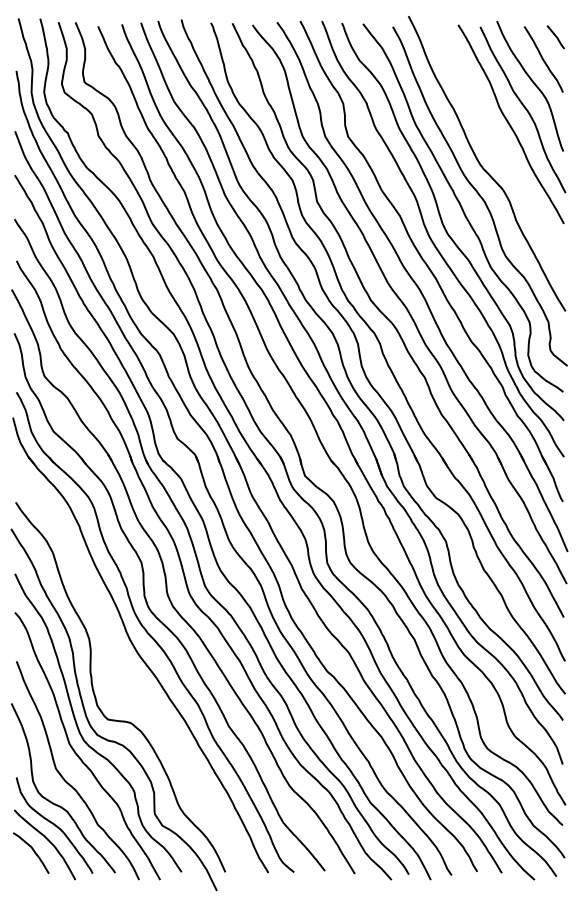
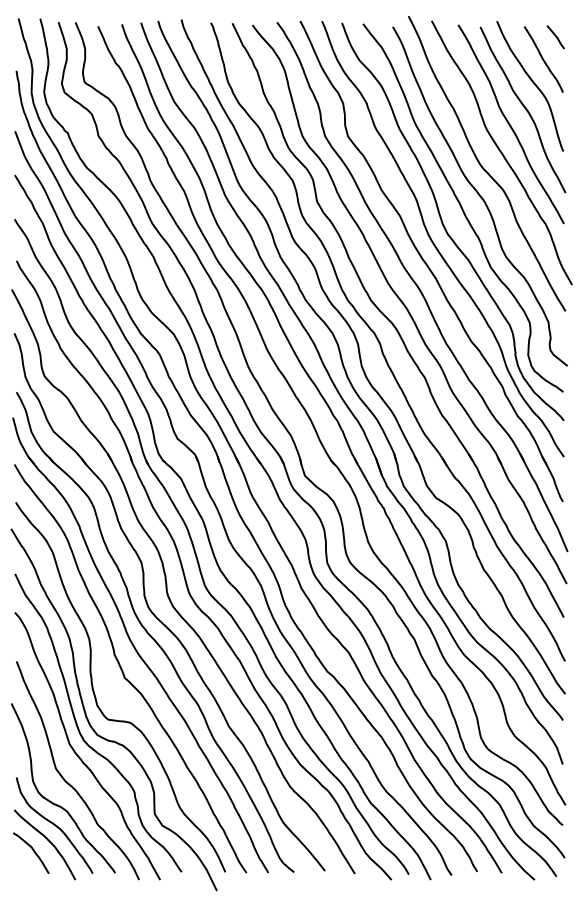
curve at (501, 152): none -> present
curve at (123, 671): none -> present
